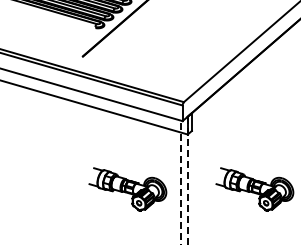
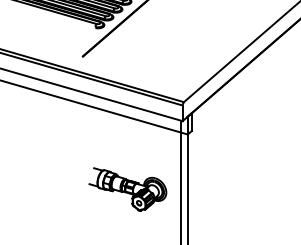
line at (187, 180): dashed -> solid
line at (180, 182): dashed -> solid
part at (254, 189): present -> none
